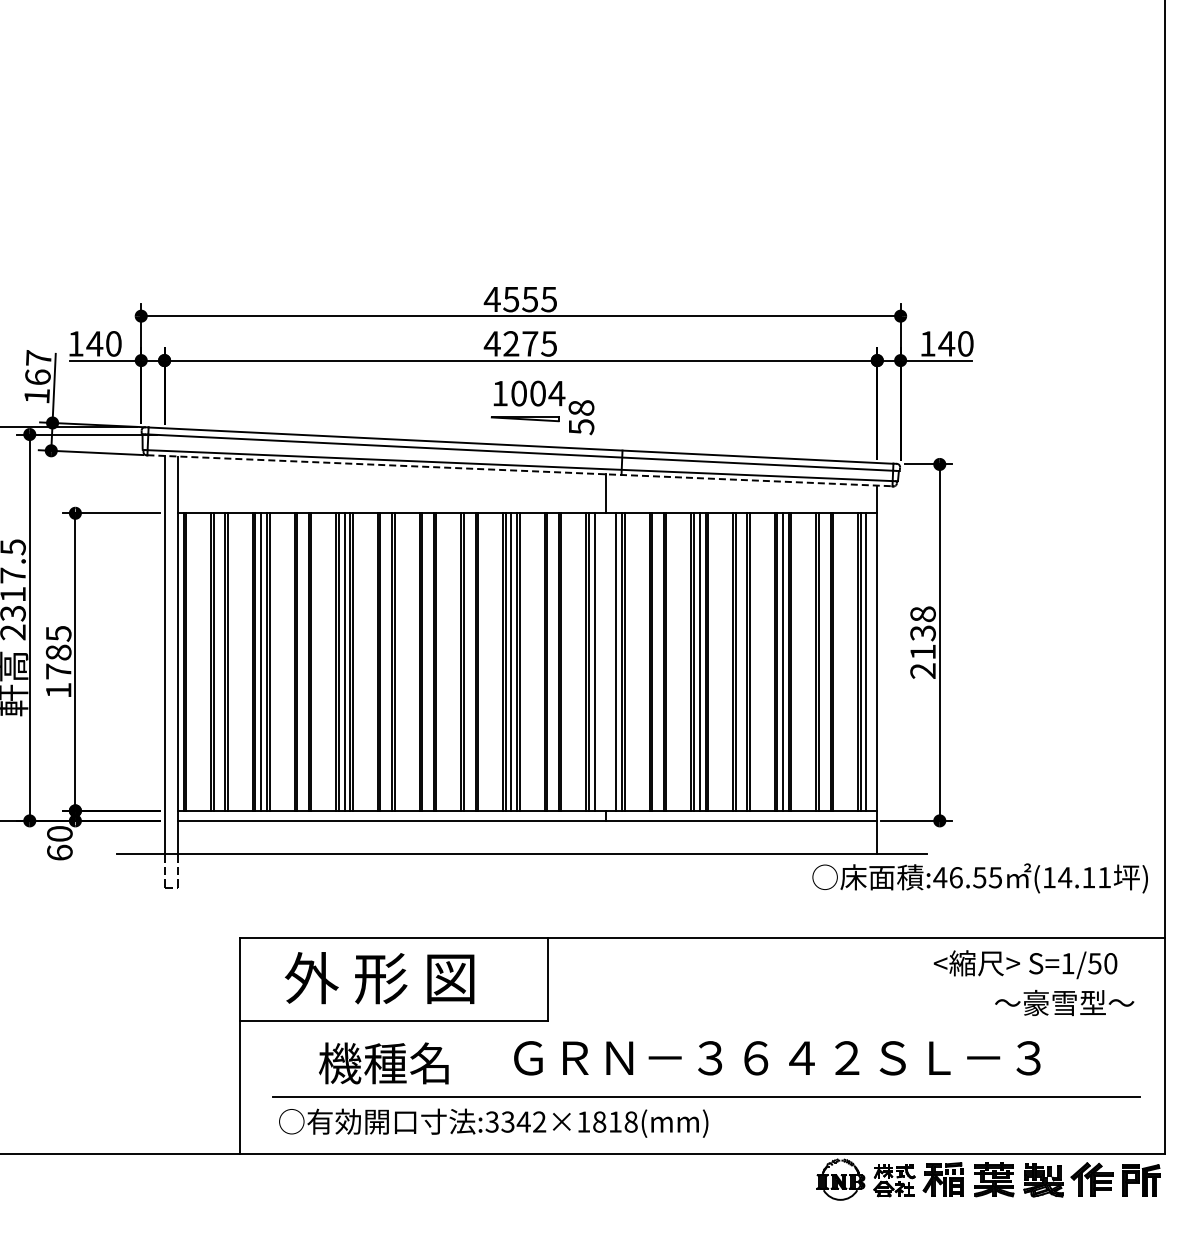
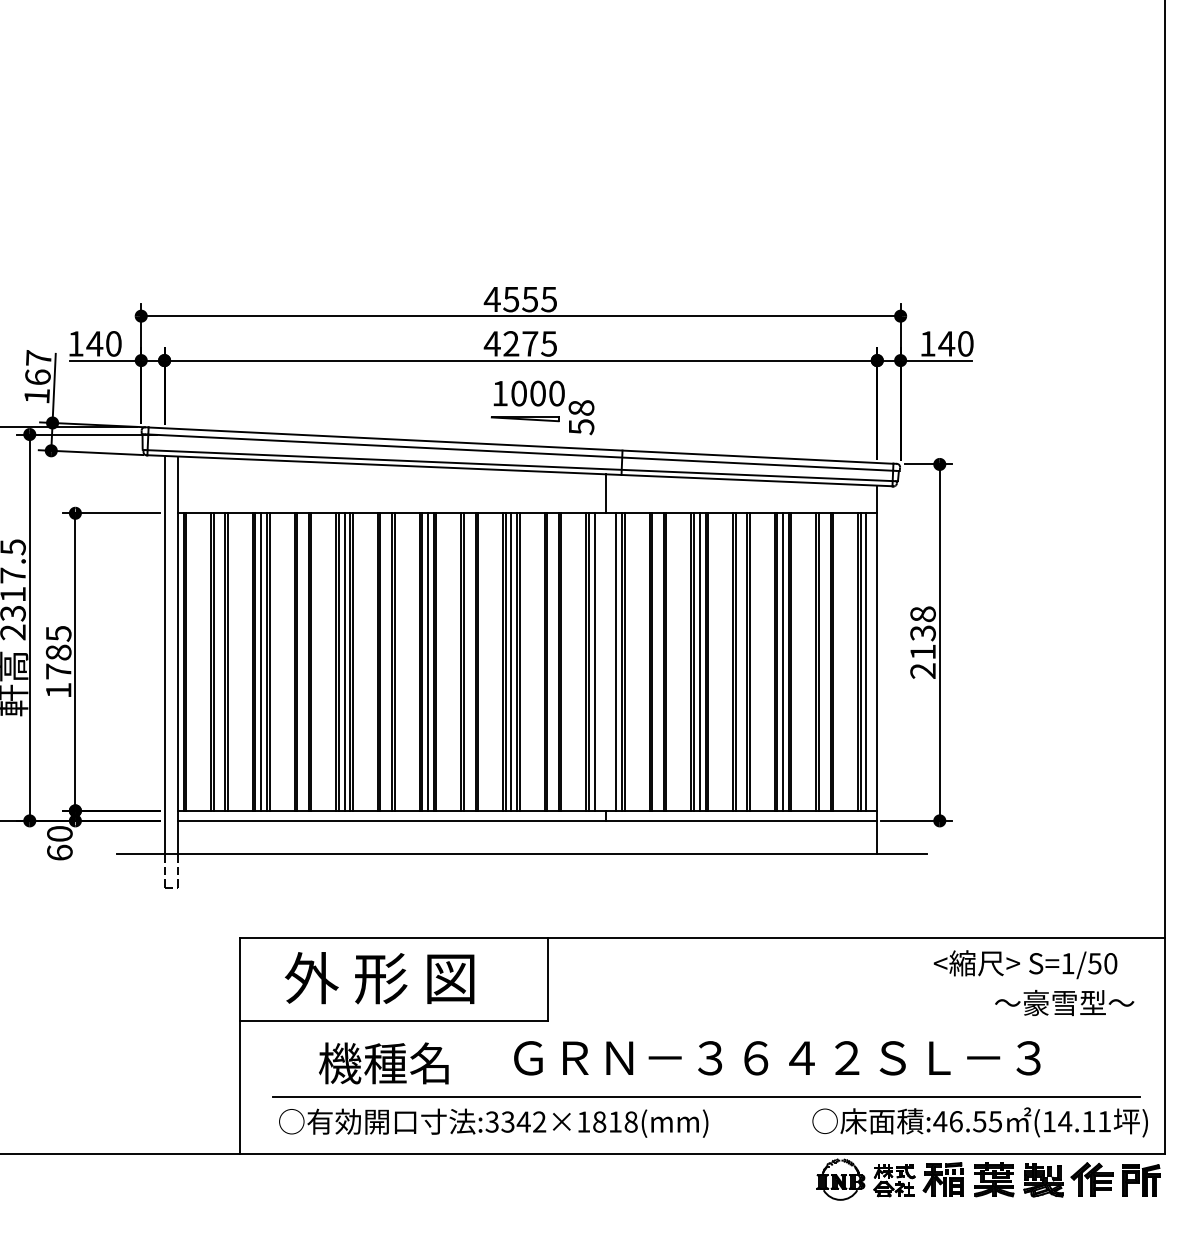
text at (556, 393): 1004 -> 1000
line at (519, 470): dashed -> solid
line at (428, 661): none -> present
text at (979, 878) position: (979, 878) -> (979, 1122)
